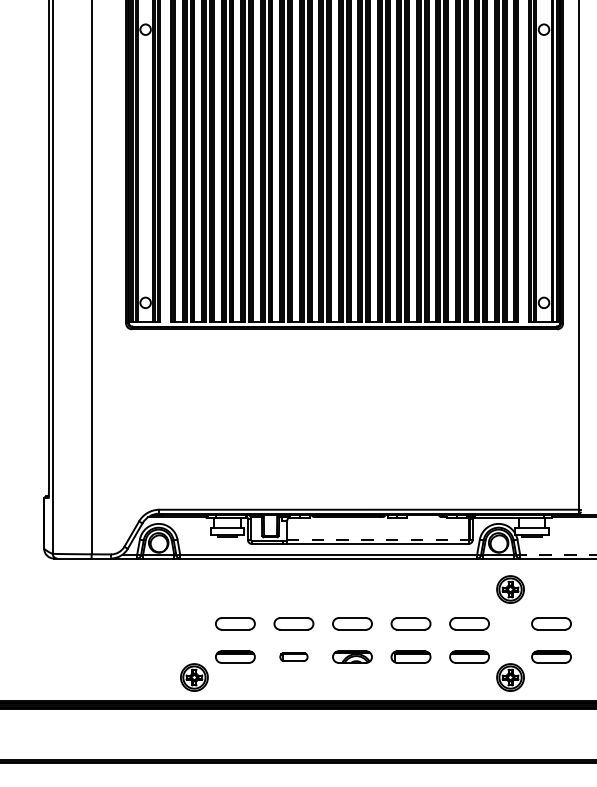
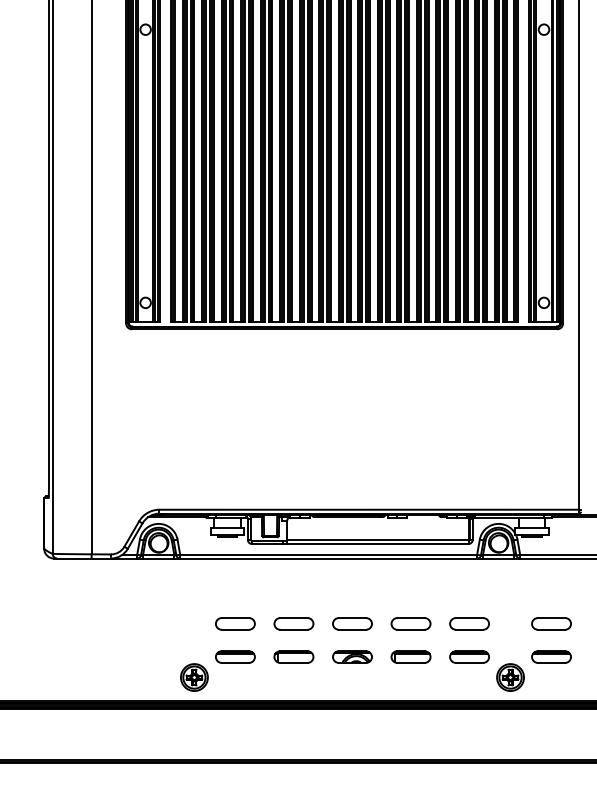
line at (377, 539): dashed -> solid
line at (557, 554): dashed -> solid
part at (510, 589): present -> none
part at (293, 656) size: 30x10 px -> 42x14 px
